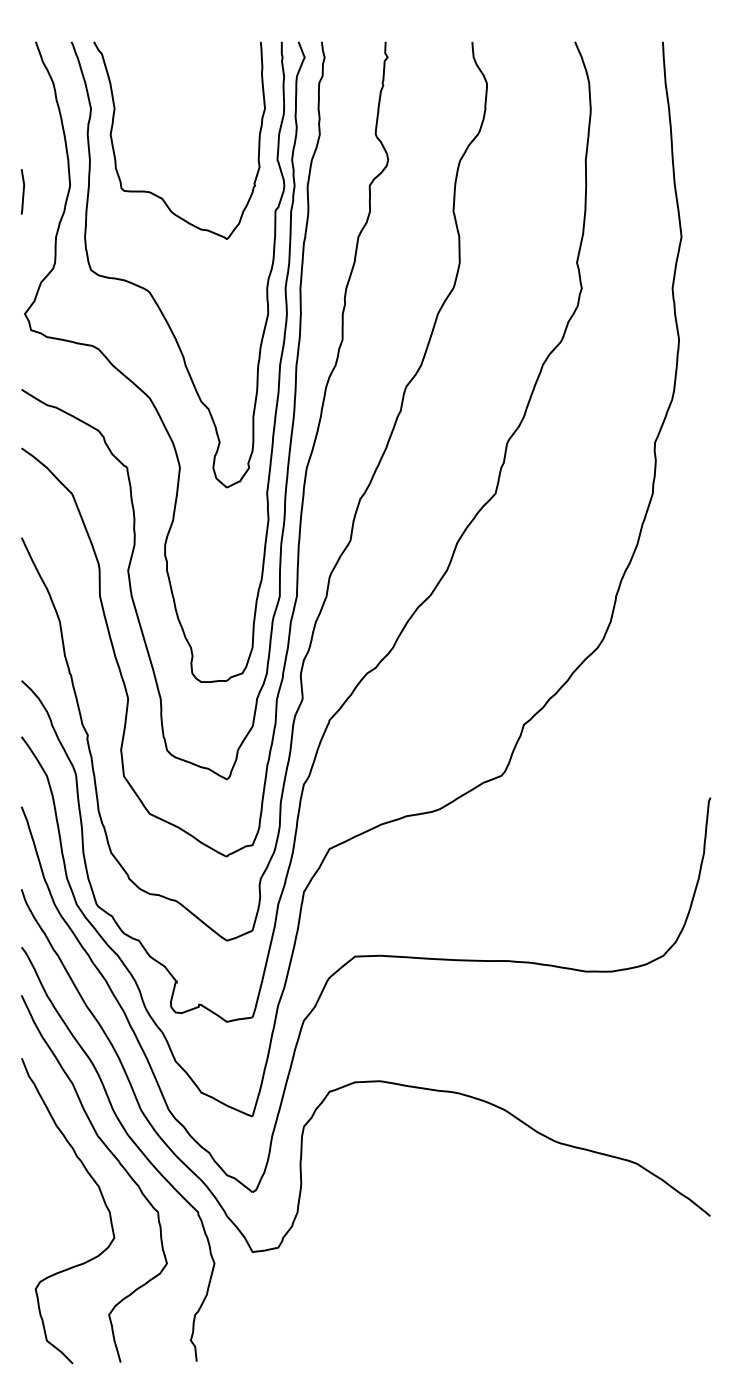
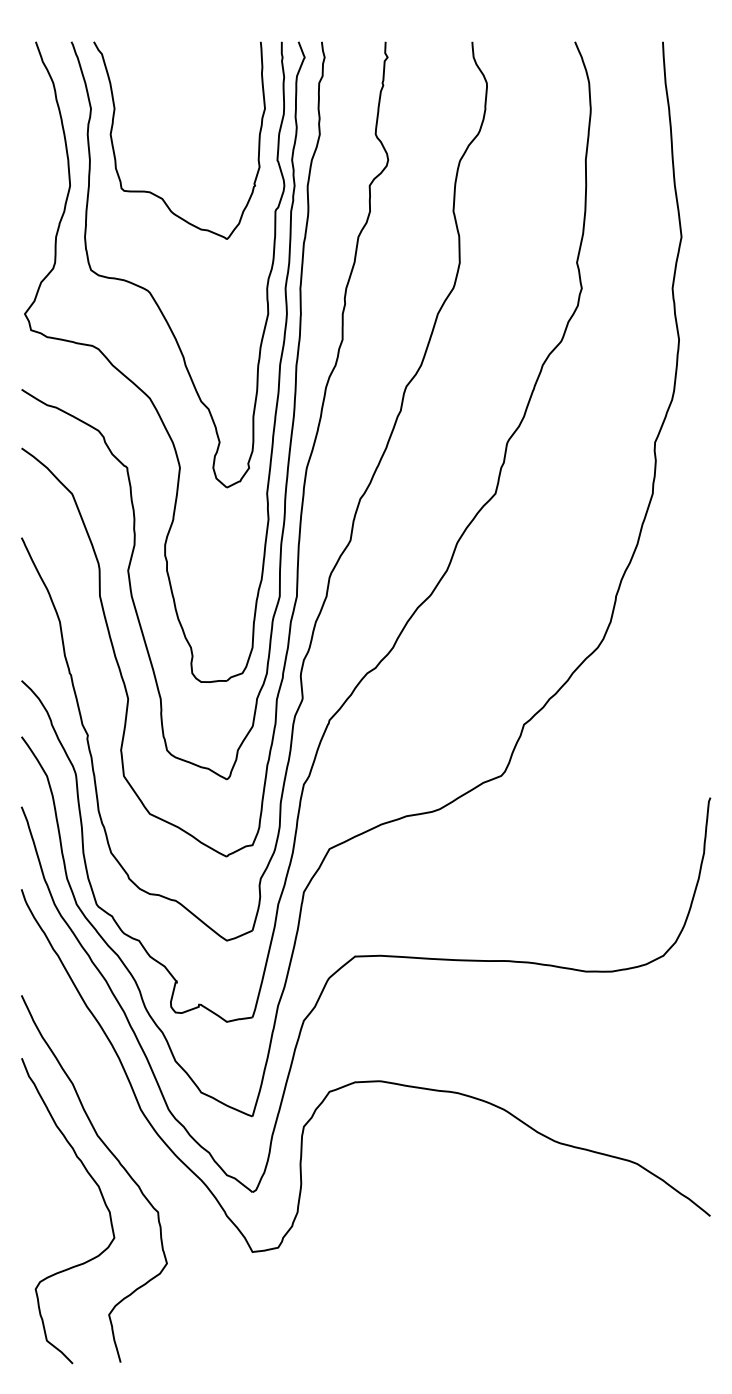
curve at (22, 191): present -> none
curve at (132, 1142): present -> none
